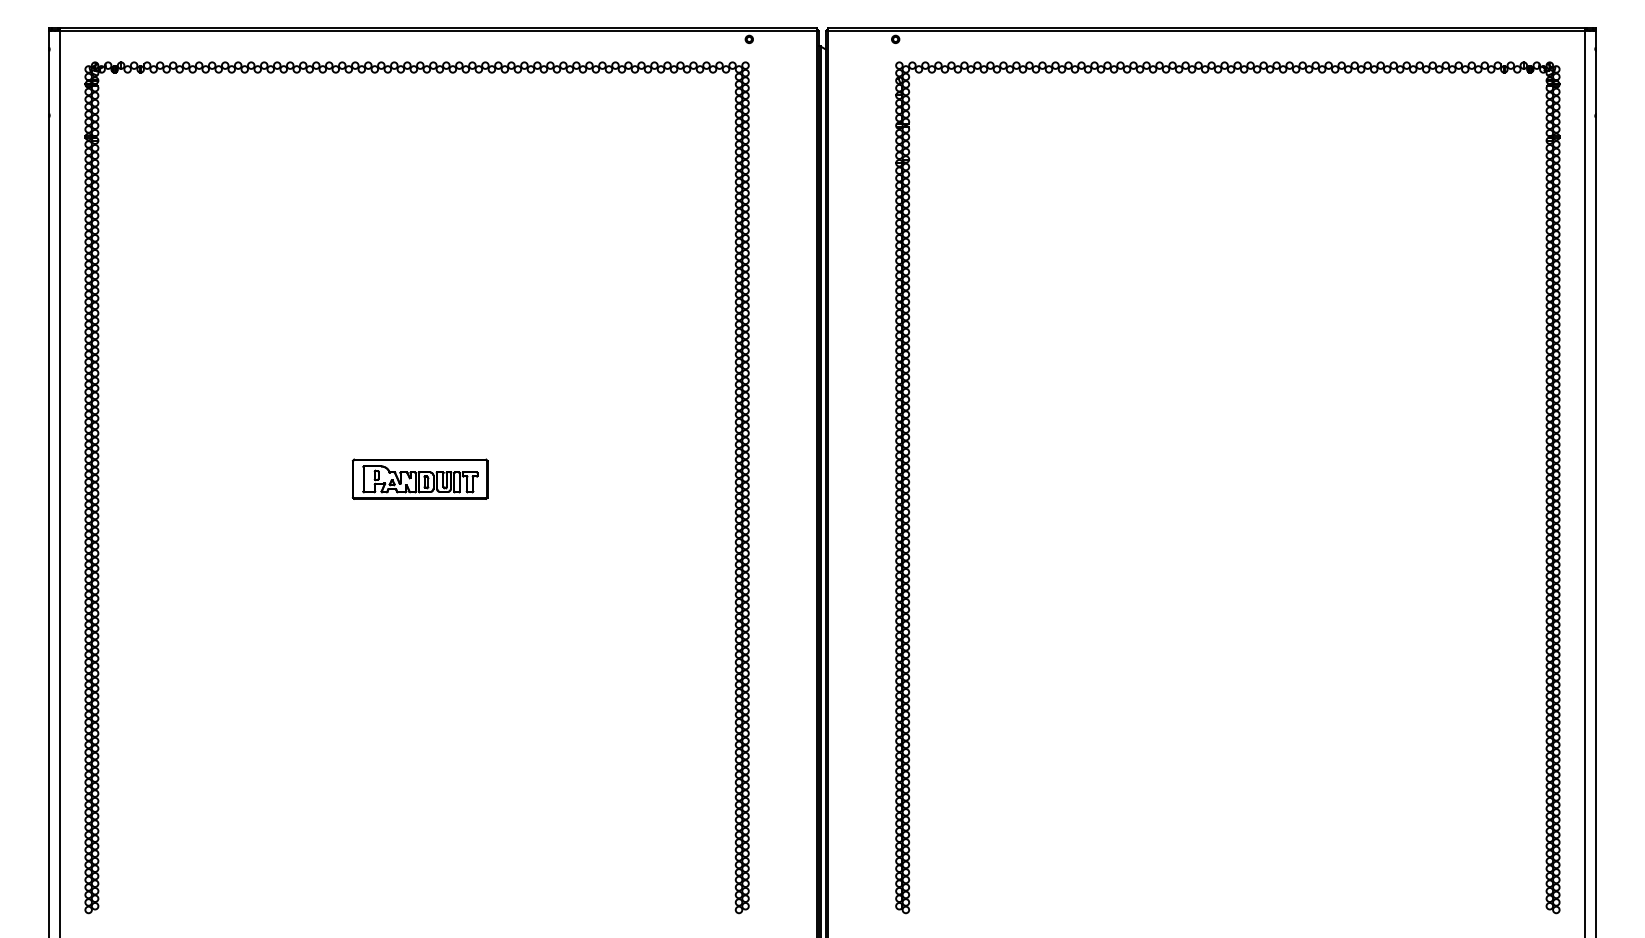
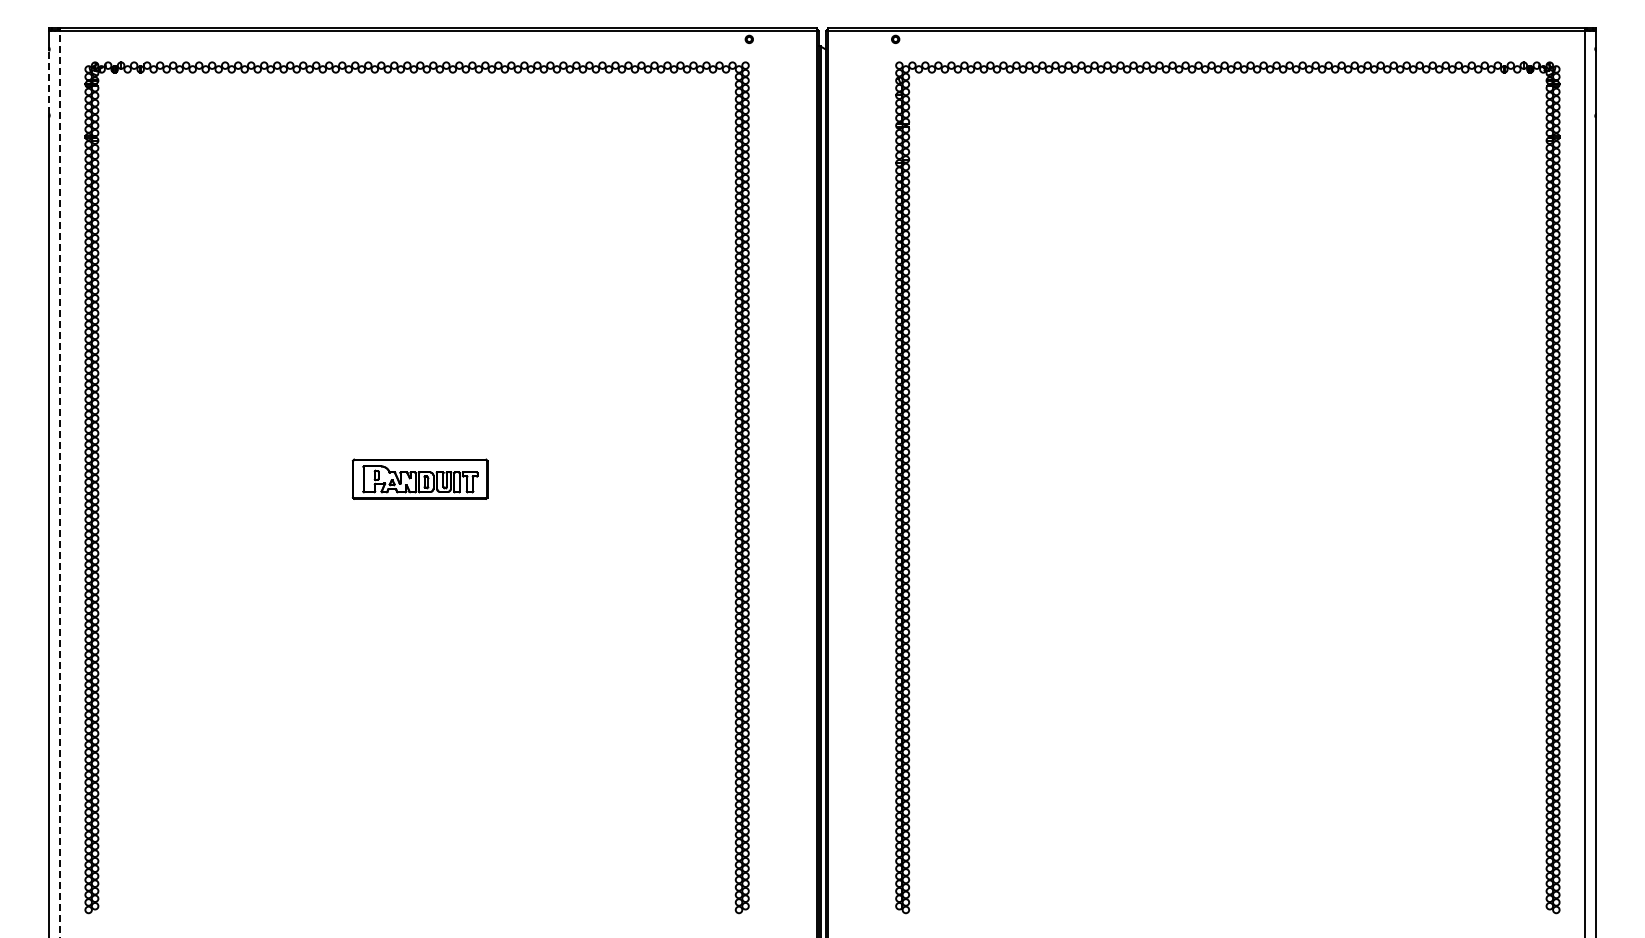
line at (49, 82): solid -> dashed
line at (60, 483): solid -> dashed
